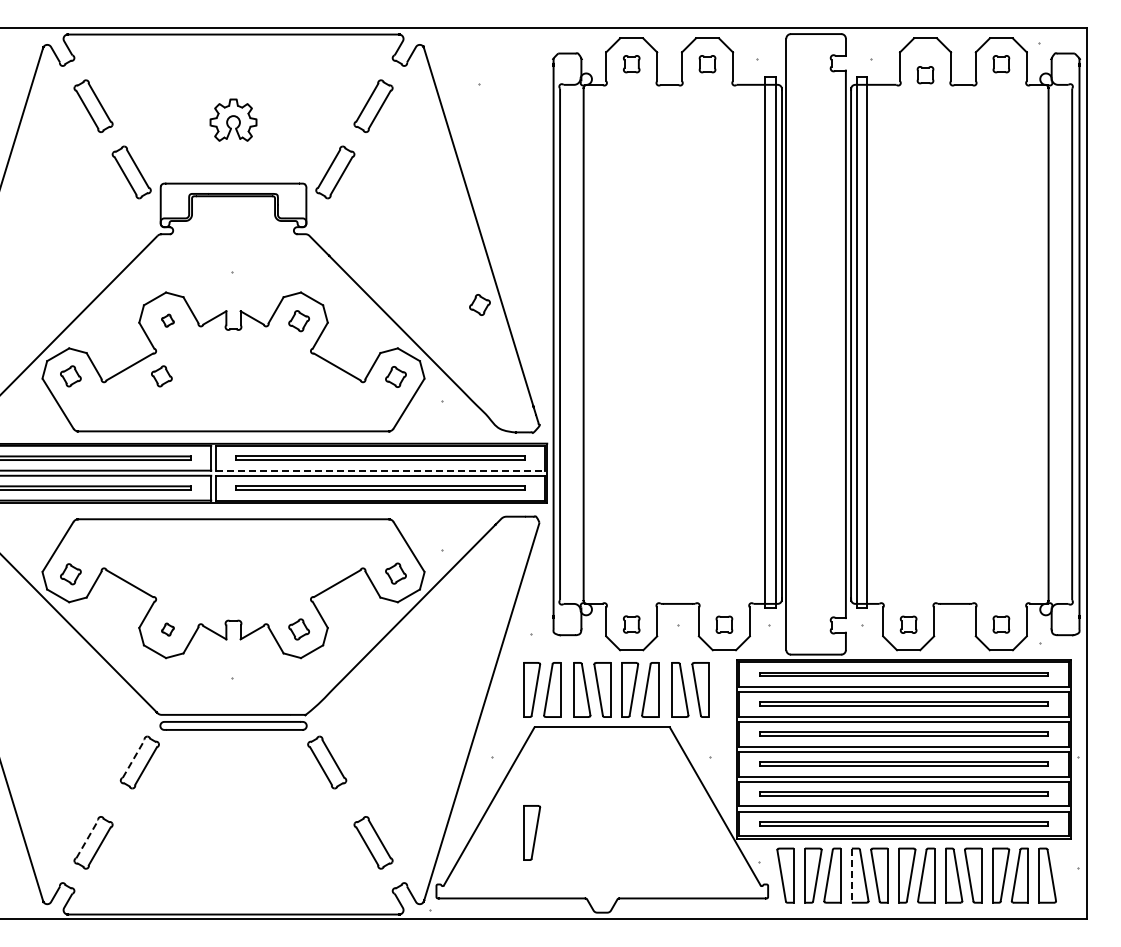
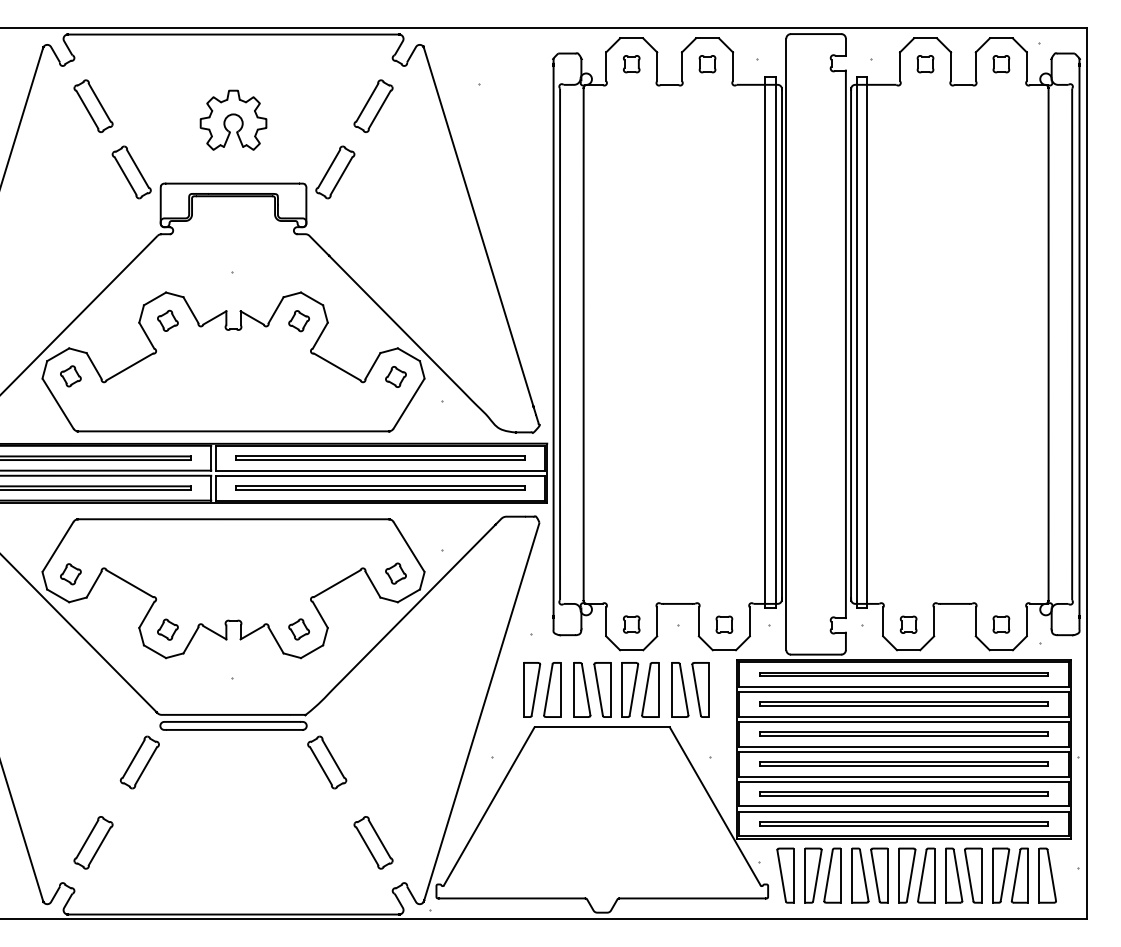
part at (925, 75) position: (925, 75) -> (925, 64)
part at (233, 119) size: 49x44 px -> 69x62 px
part at (479, 304): present -> none
part at (167, 320) size: 14x15 px -> 22x23 px
part at (161, 376): present -> none
line at (380, 470): dashed -> solid
part at (167, 629) size: 14x15 px -> 22x23 px
line at (133, 758): dashed -> solid
part at (532, 832): present -> none
line at (87, 839): dashed -> solid
line at (851, 876): dashed -> solid
